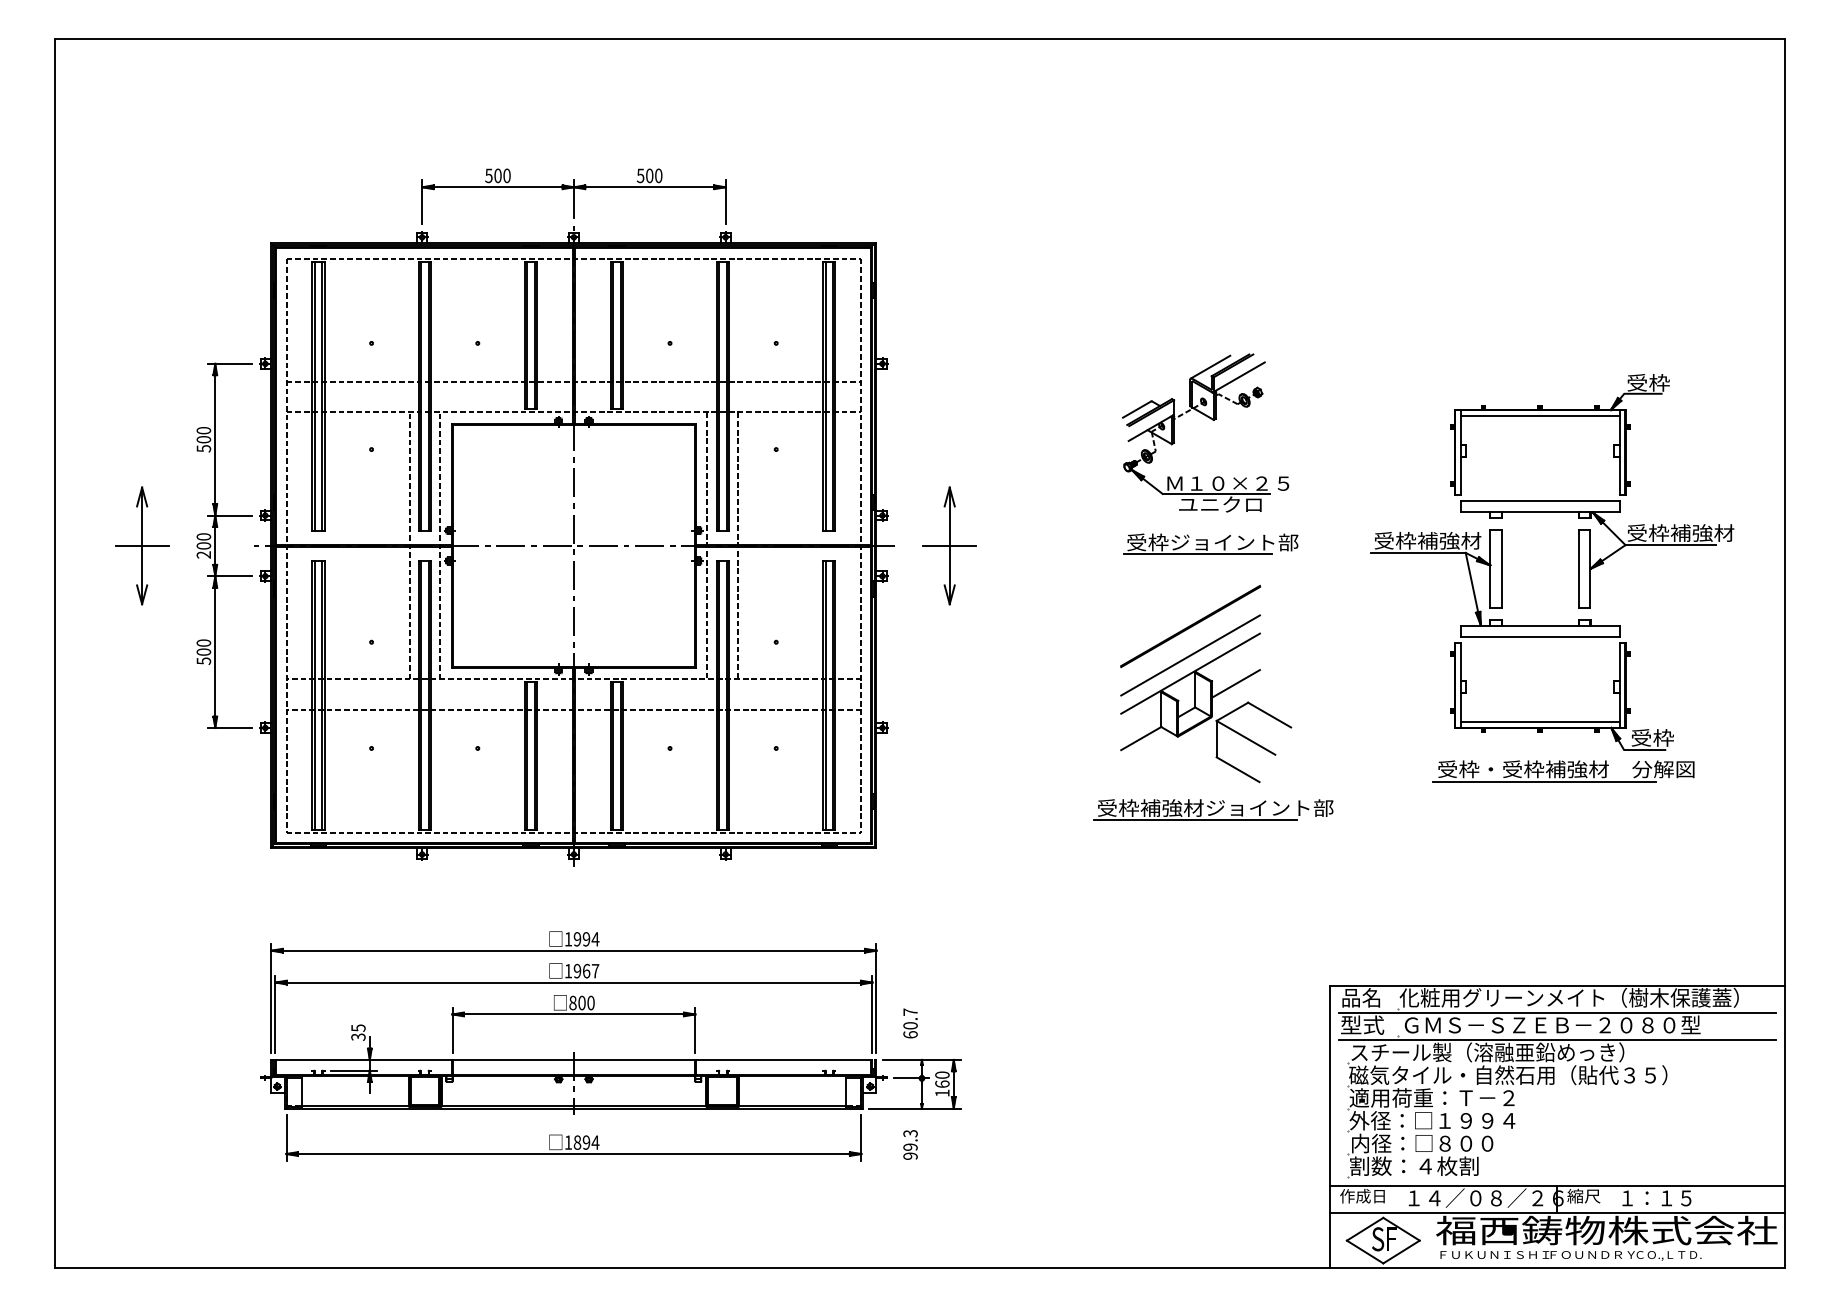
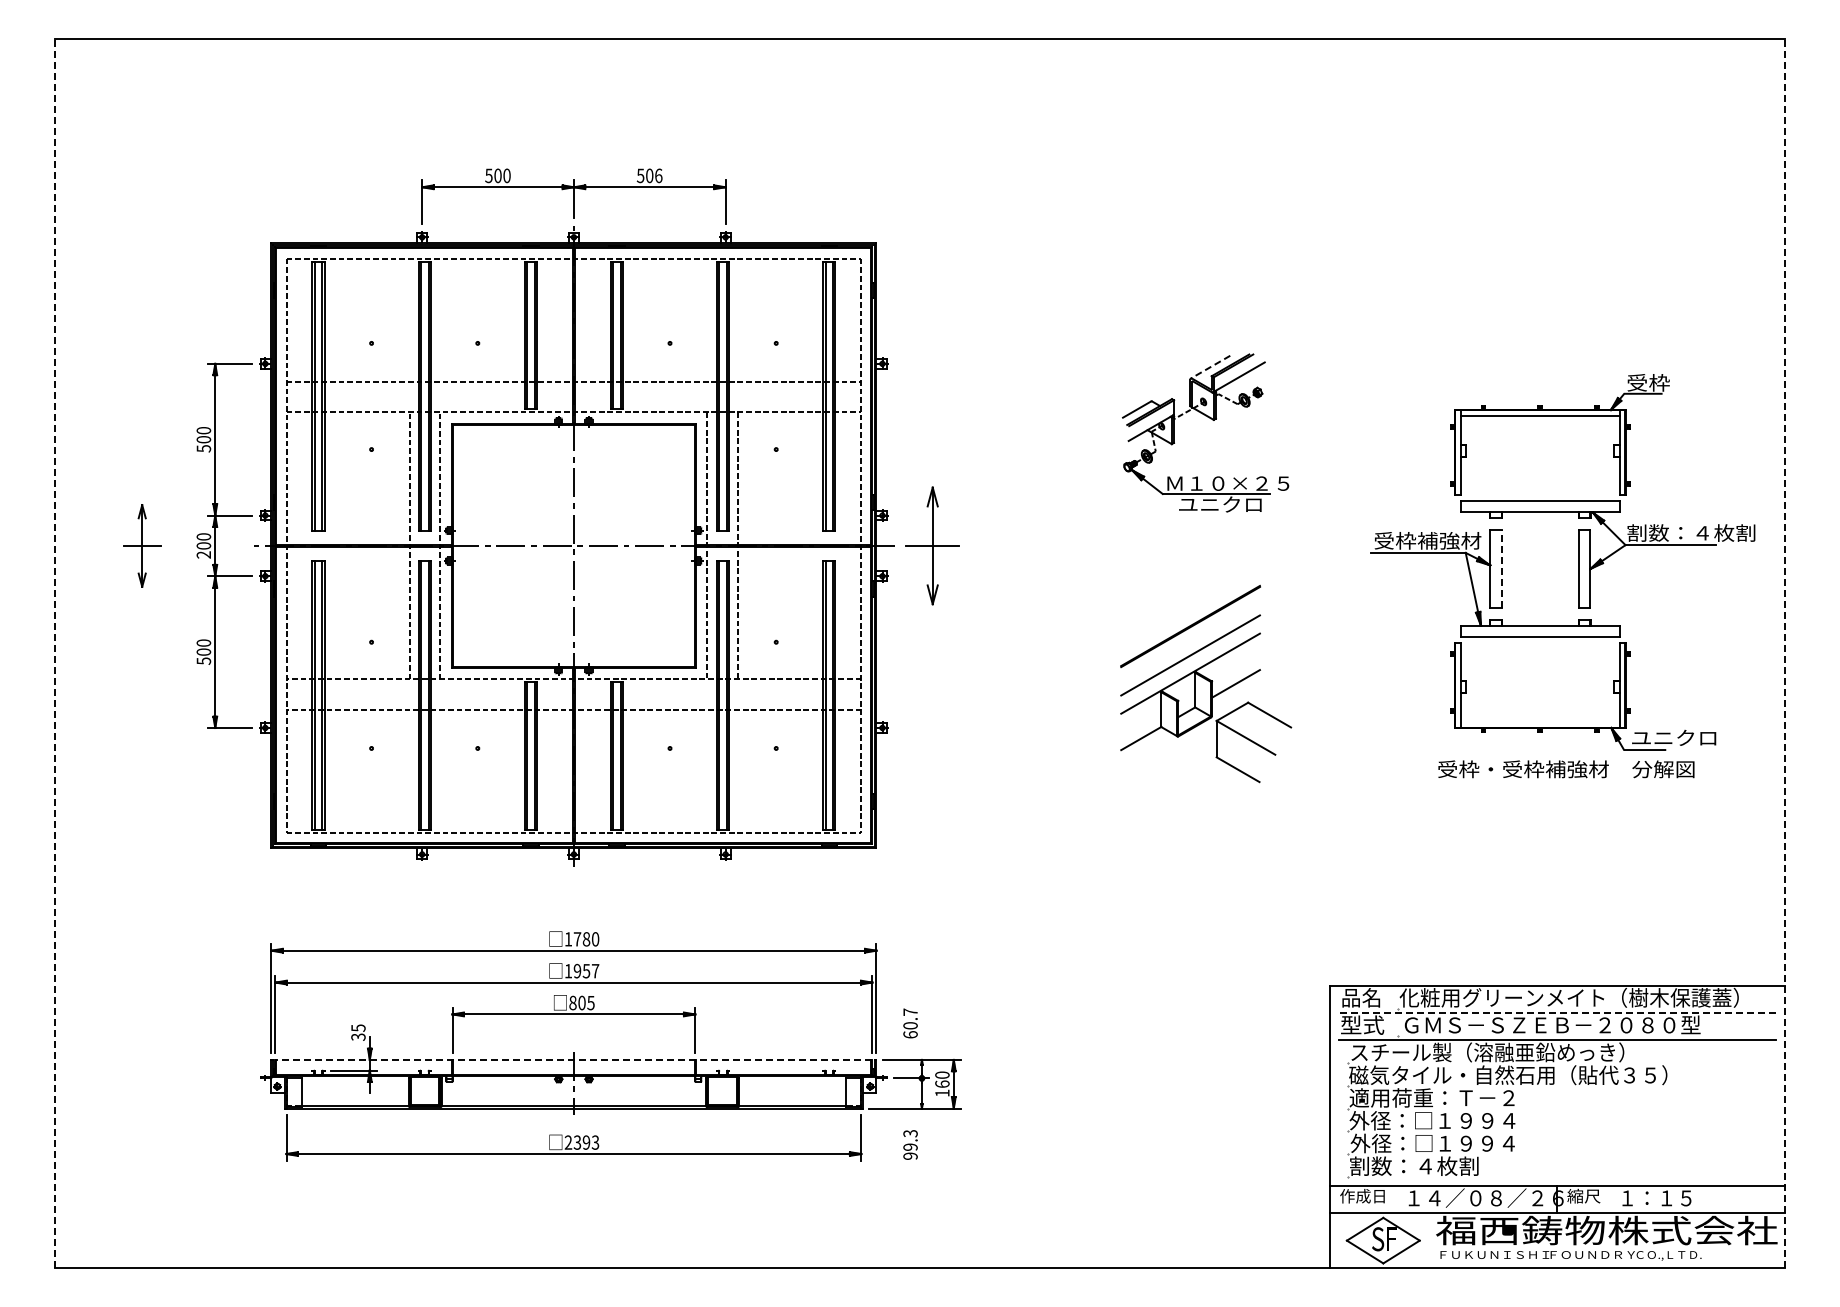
text at (658, 175): 500 -> 506
line at (1210, 367): solid -> dashed
text at (1691, 532): 受枠補強材 -> 割数：４枚割
part at (1210, 543): present -> none
part at (142, 545) size: 55x120 px -> 39x84 px
part at (949, 545) position: (949, 545) -> (932, 545)
line at (1501, 569): solid -> dashed
line at (55, 653): solid -> dashed
line at (1784, 653): solid -> dashed
line at (1539, 722): present -> none
text at (1673, 737): 受枠 -> ユニクロ
line at (1544, 781): present -> none
part at (1213, 809): present -> none
text at (586, 939): 1994 -> 1780
text at (586, 970): 1967 -> 1957
text at (590, 1002): 800 -> 805
line at (1556, 1013): solid -> dashed
line at (573, 1059): solid -> dashed
text at (581, 1142): 1894 -> 2393
text at (1432, 1143): 内径：□８００ -> 外径：□１９９４
